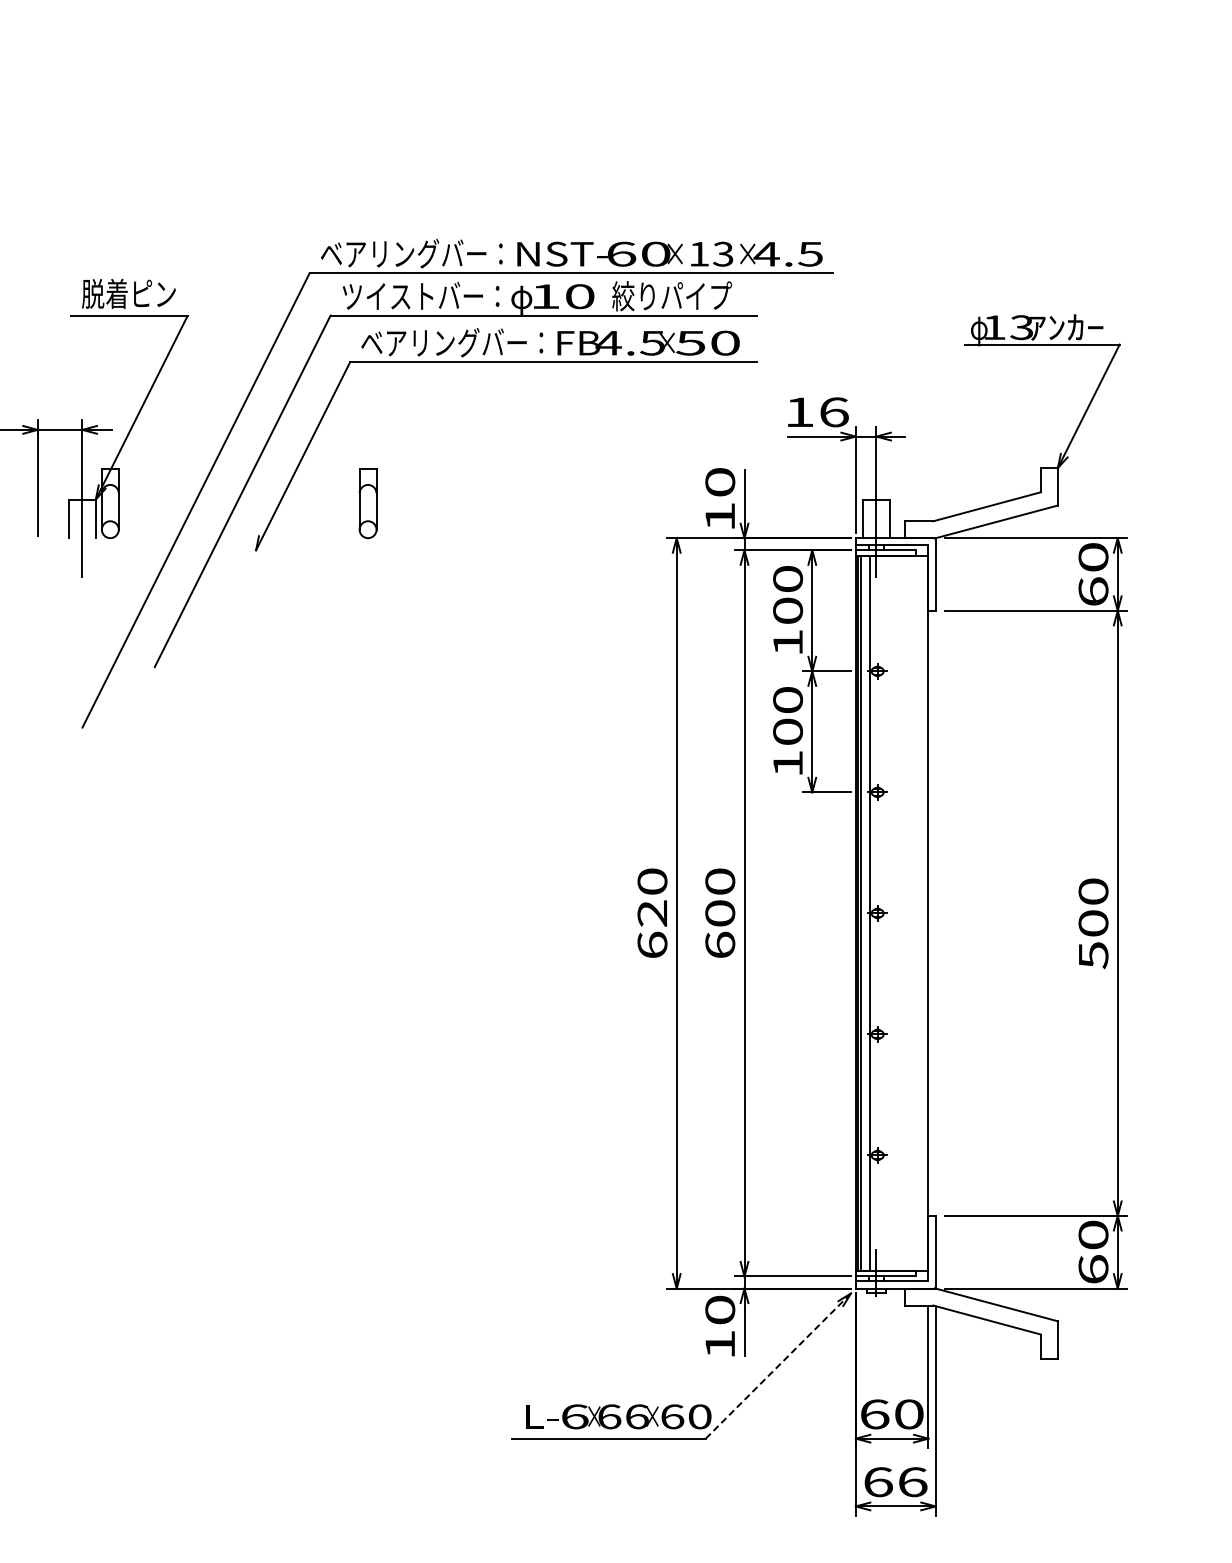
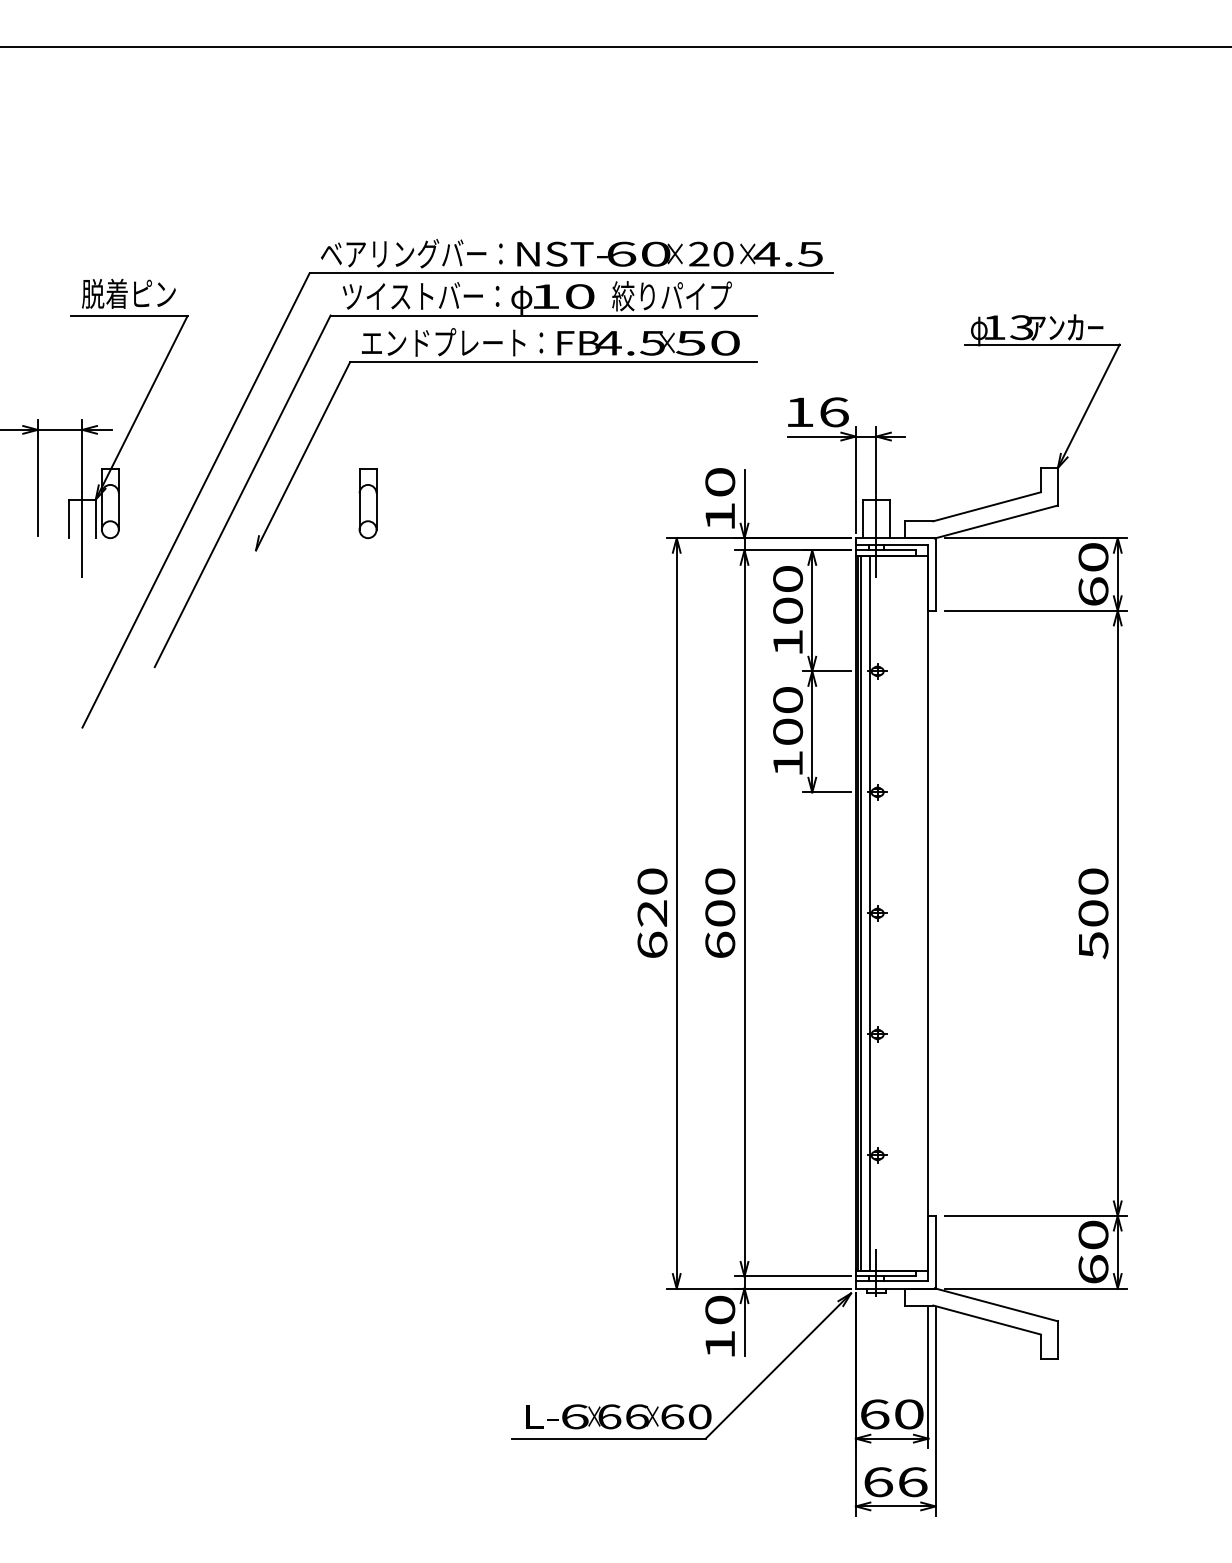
line at (615, 46): none -> present
text at (711, 253): 13 -> 20
text at (443, 342): ベアリングバー： -> エンドプレート：
text at (1093, 923) position: (1093, 923) -> (1093, 913)
line at (778, 1366): dashed -> solid
